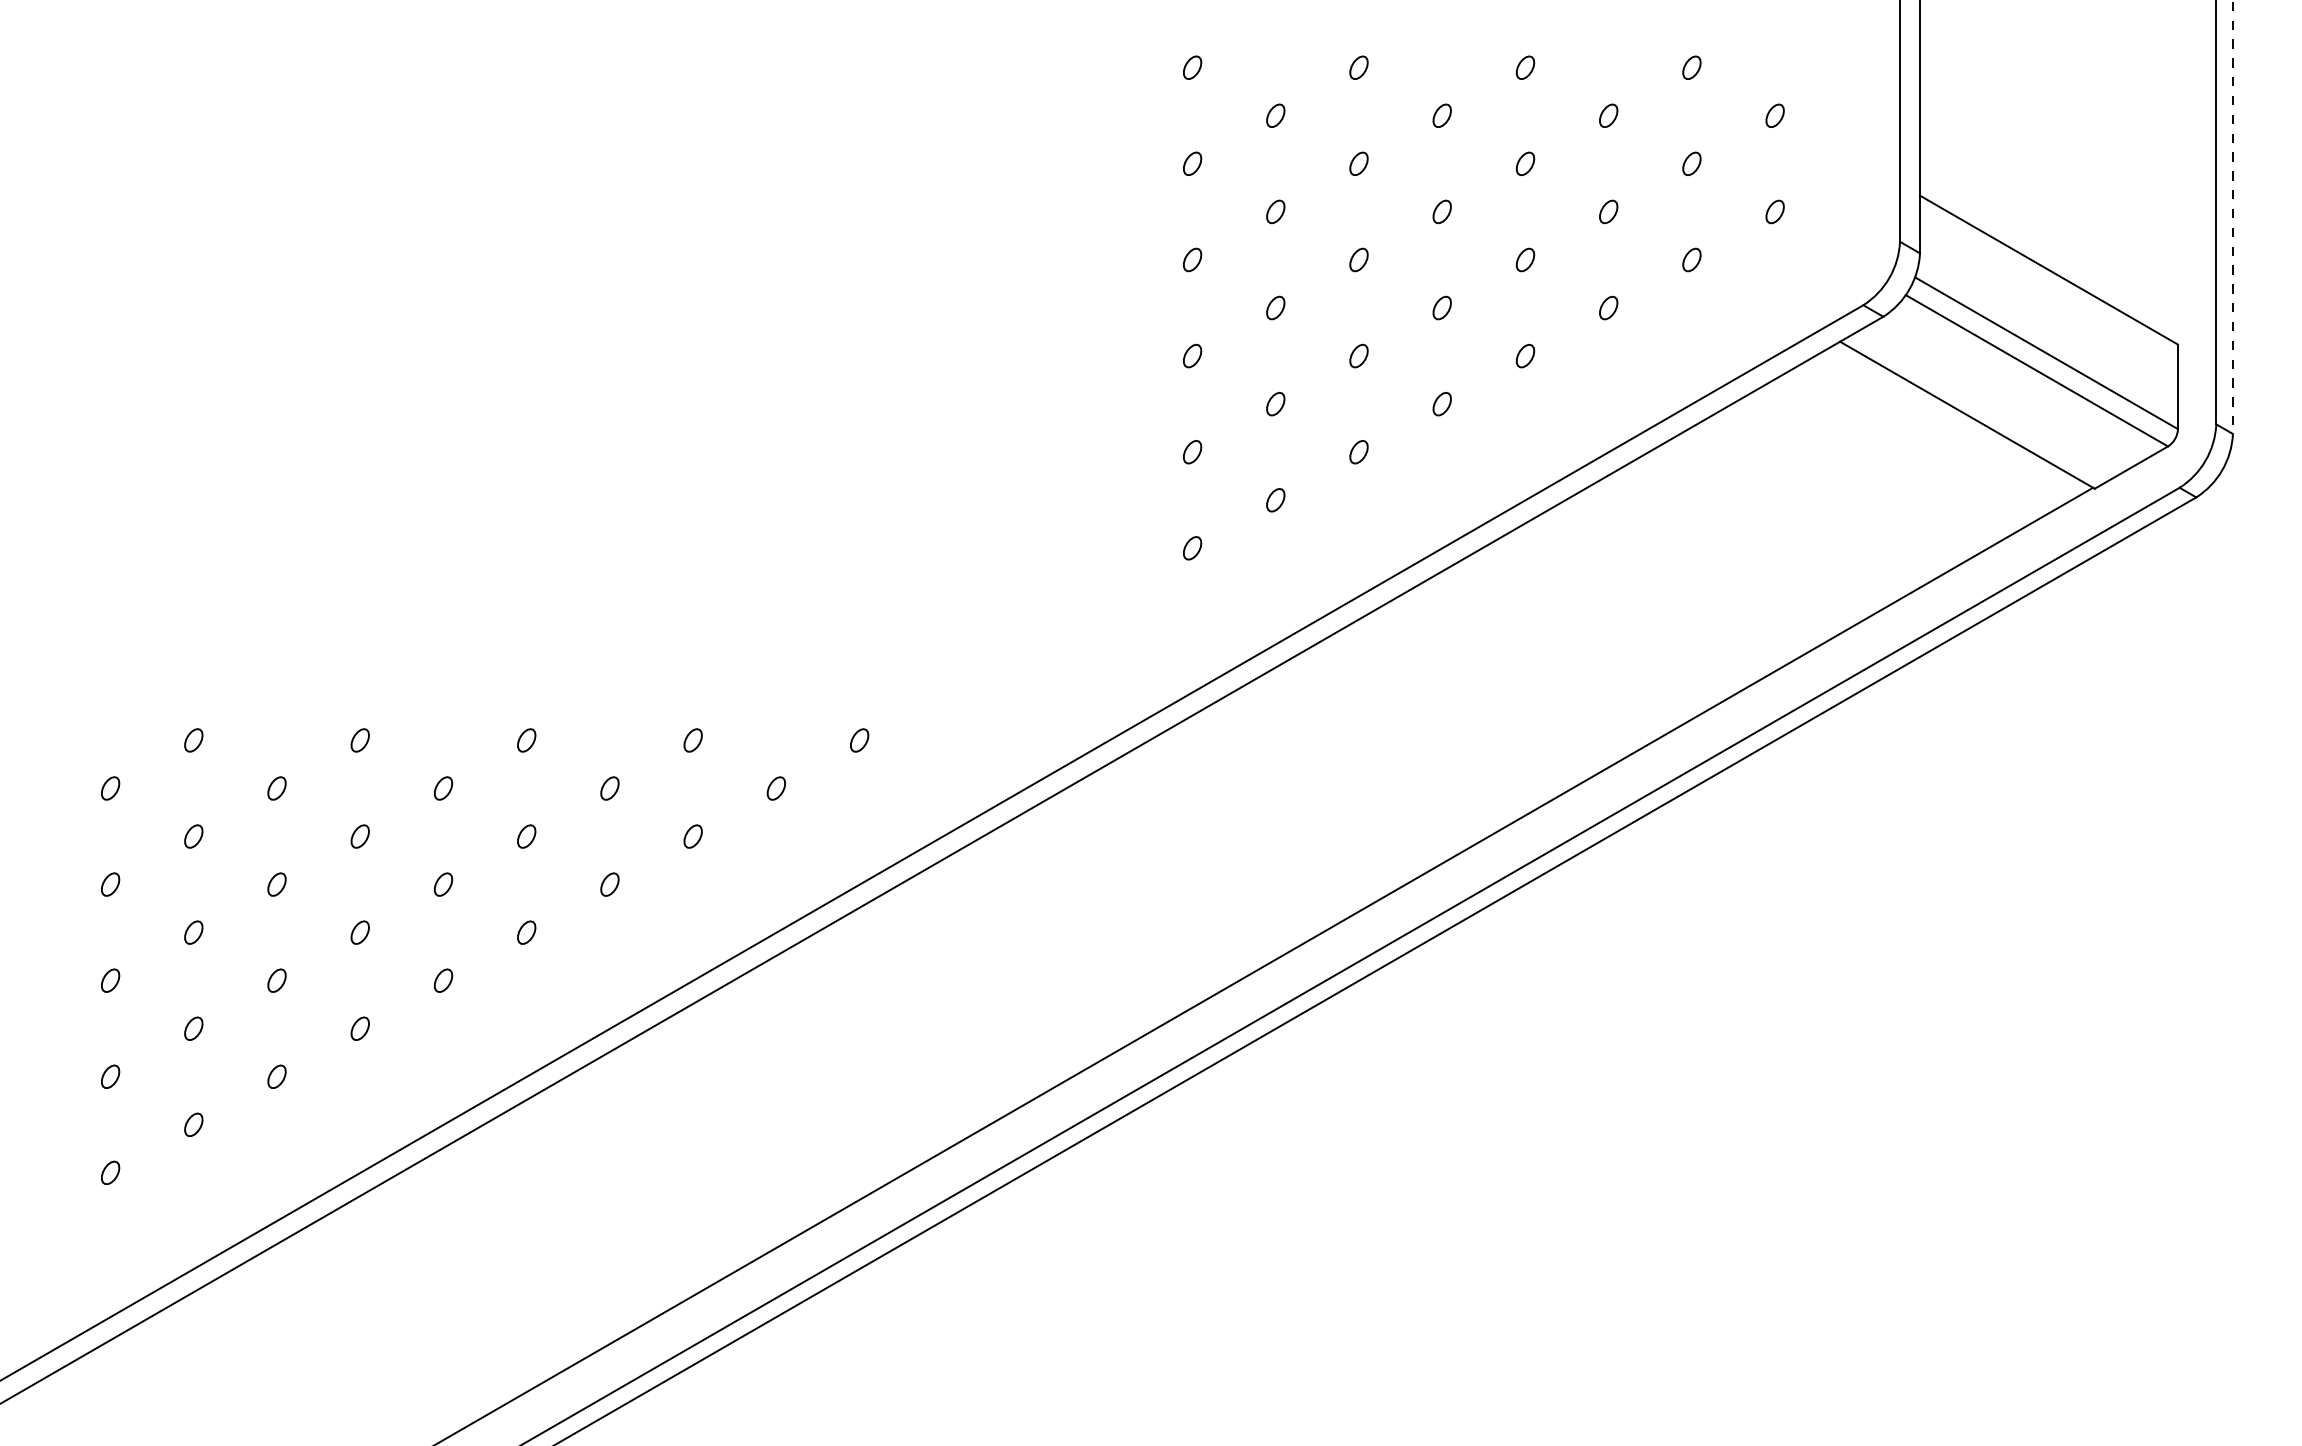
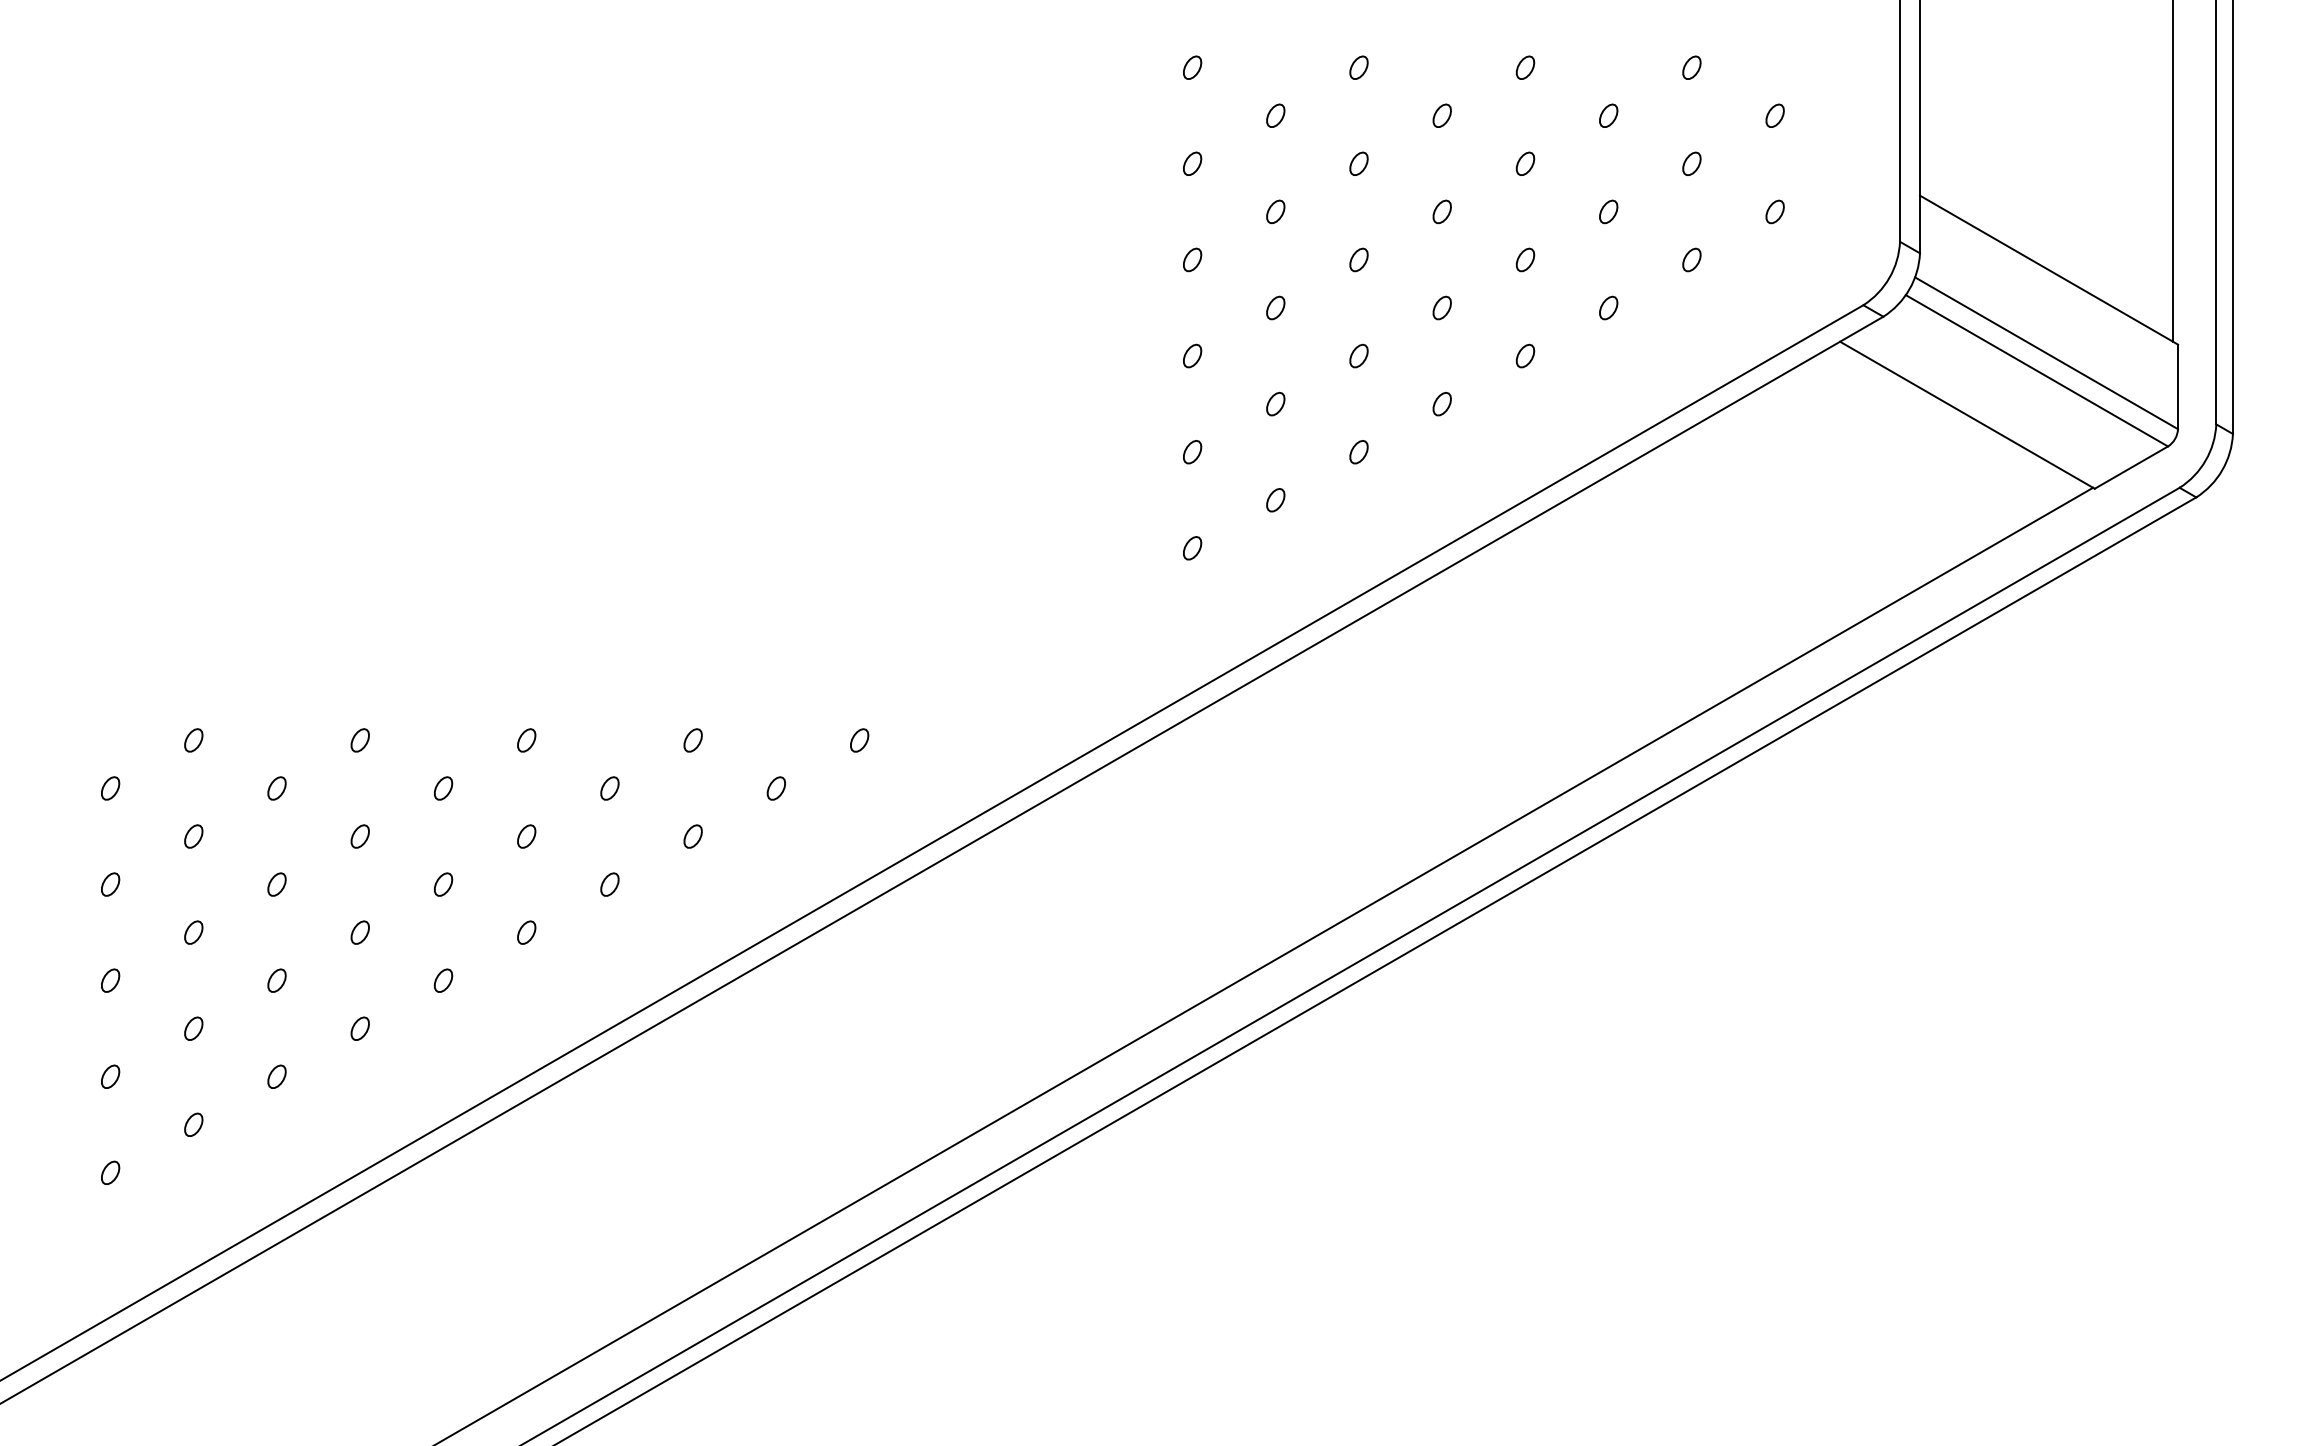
line at (2173, 171): none -> present
line at (2232, 217): dashed -> solid
